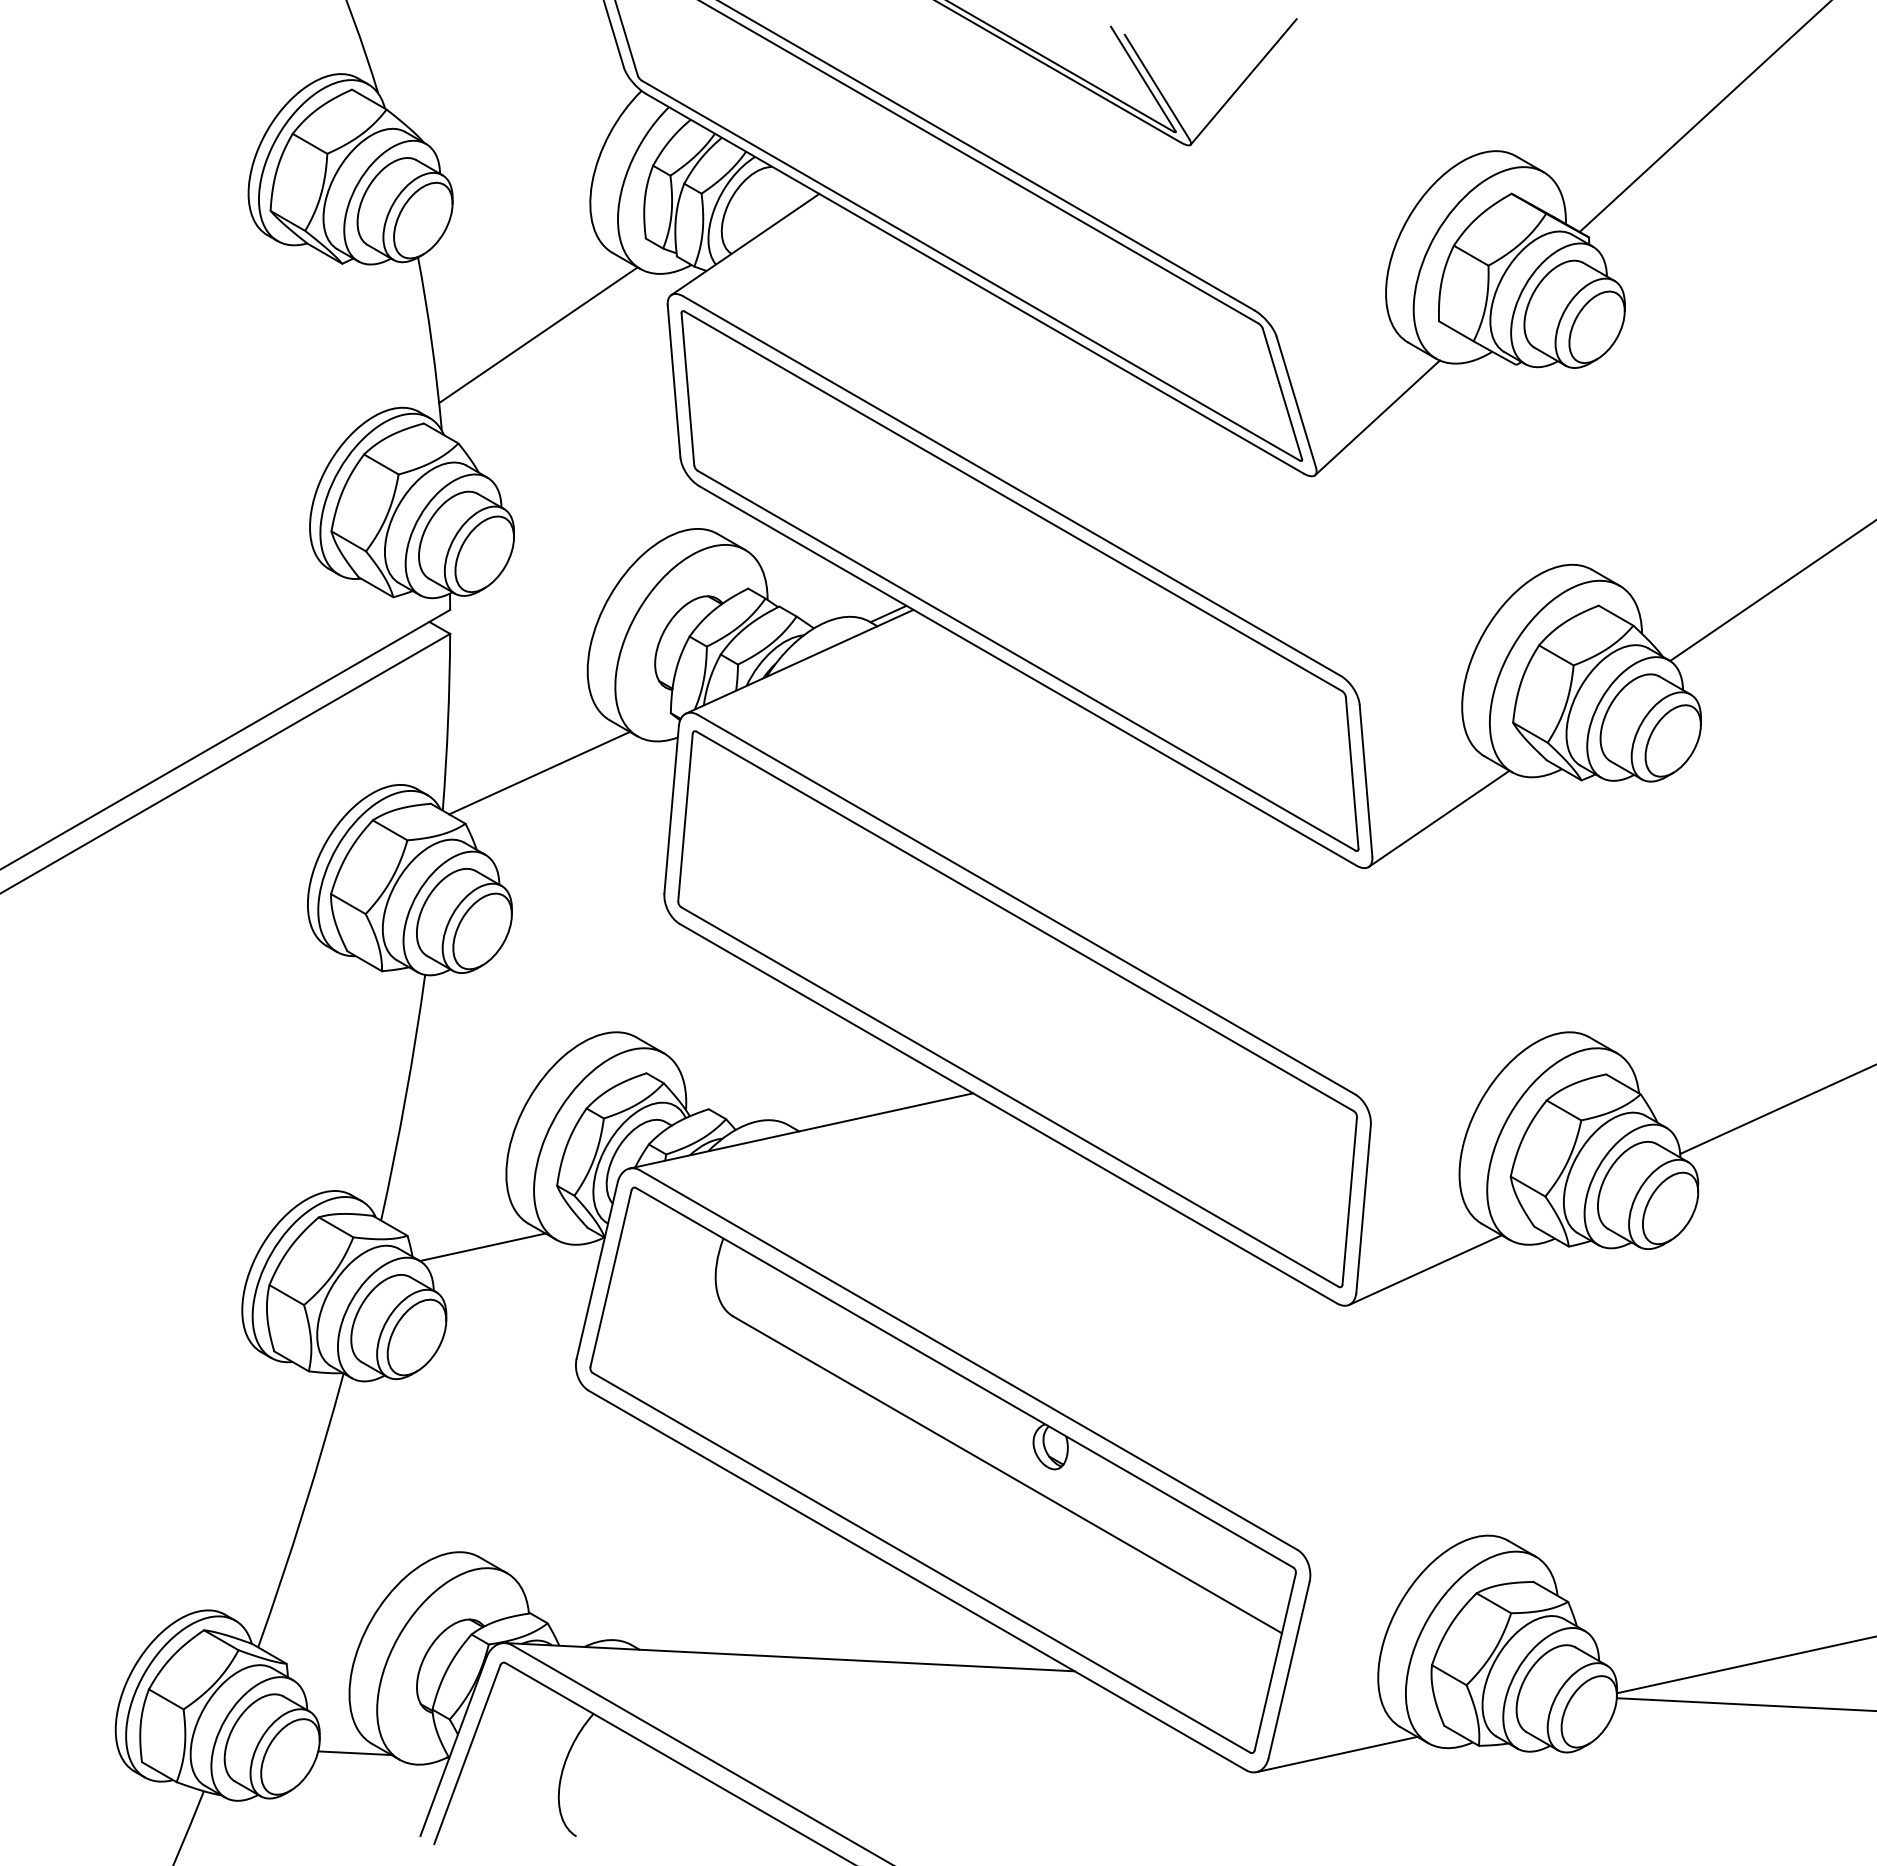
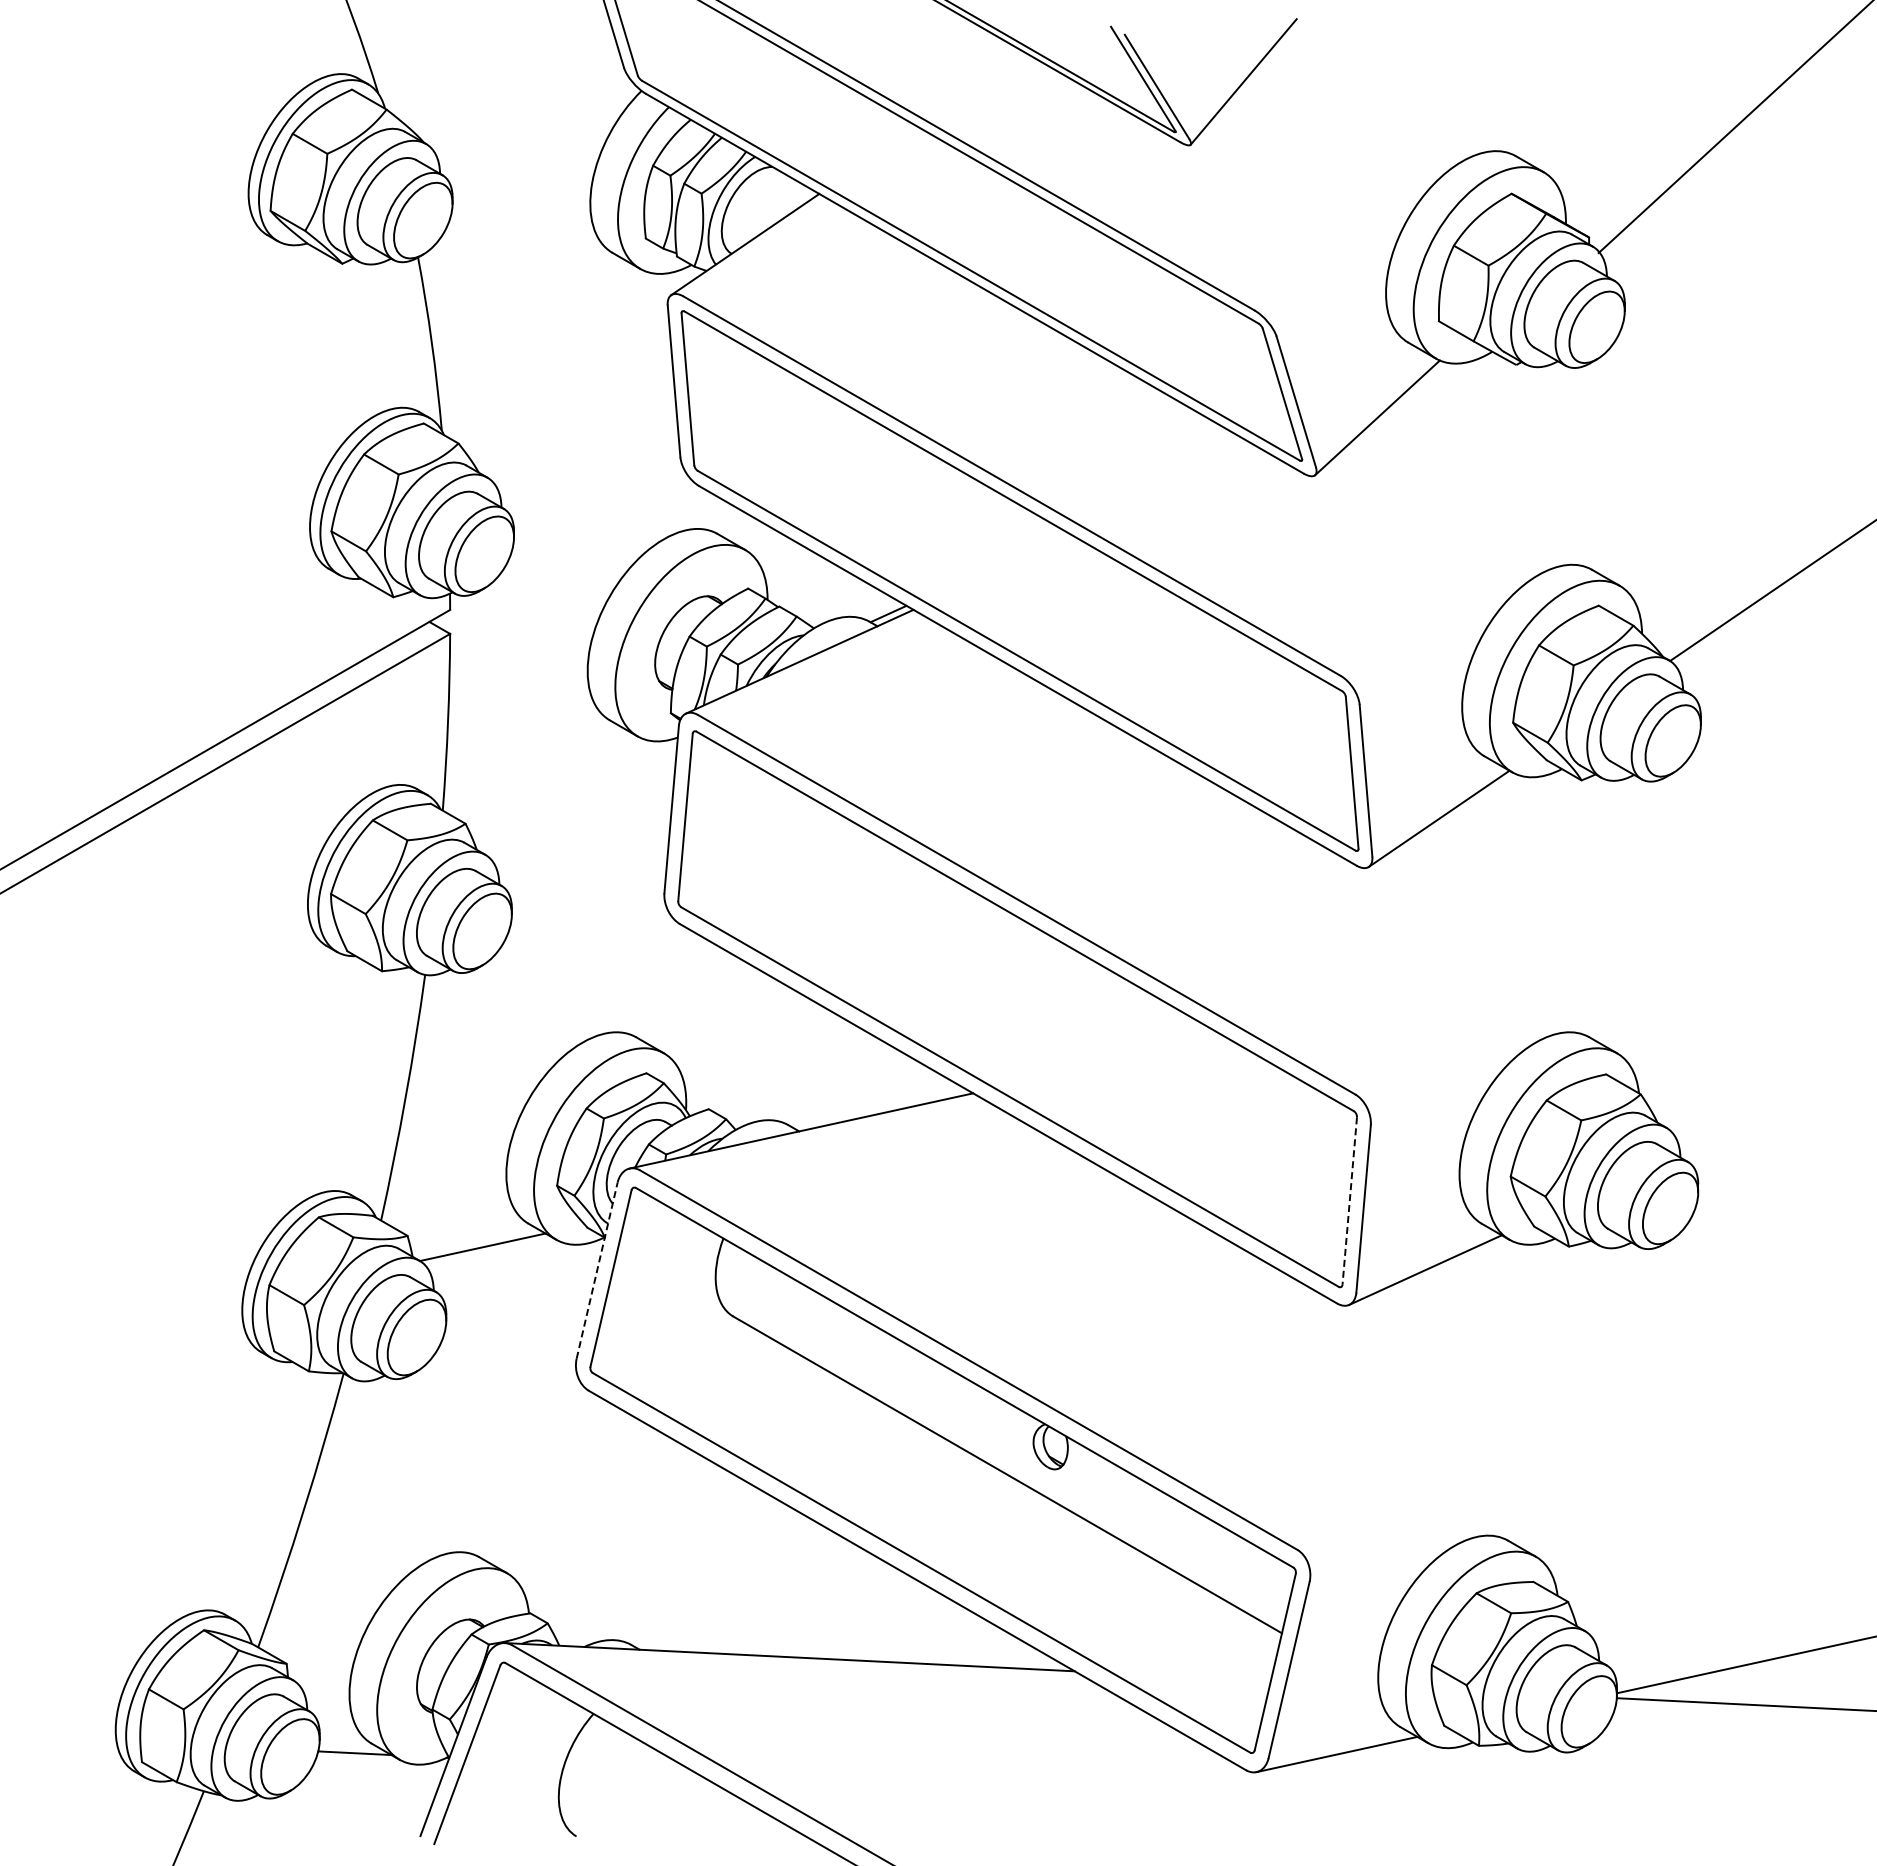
line at (1704, 117) position: (1704, 117) -> (1734, 127)
line at (538, 335): present -> none
line at (539, 772): present -> none
line at (1776, 1109): present -> none
line at (1349, 1201): solid -> dashed
line at (597, 1270): solid -> dashed
